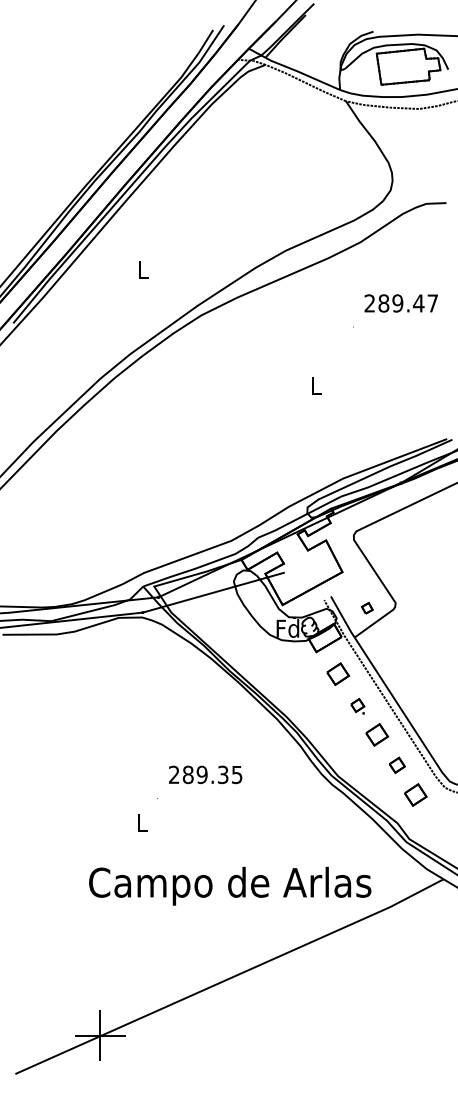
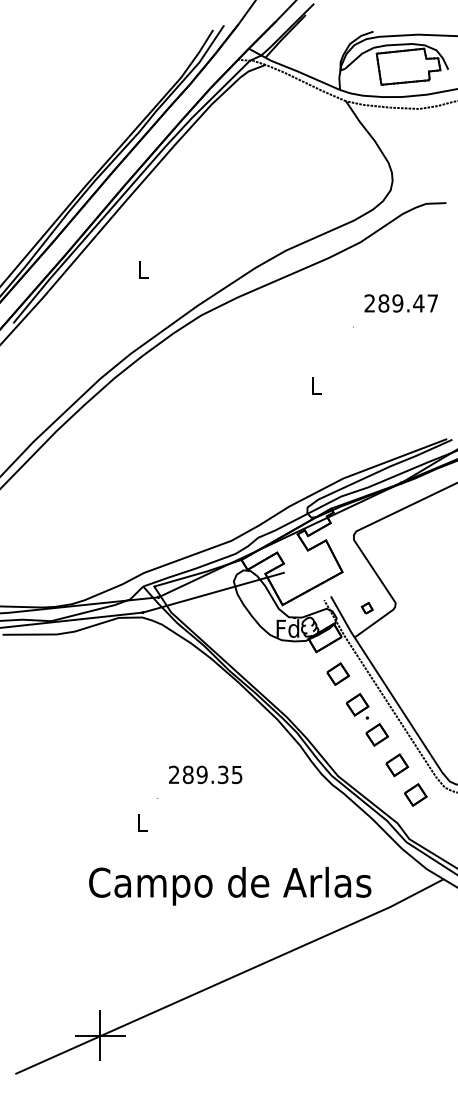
part at (357, 706) size: 16x17 px -> 24x27 px
part at (397, 764) size: 17x18 px -> 25x25 px
